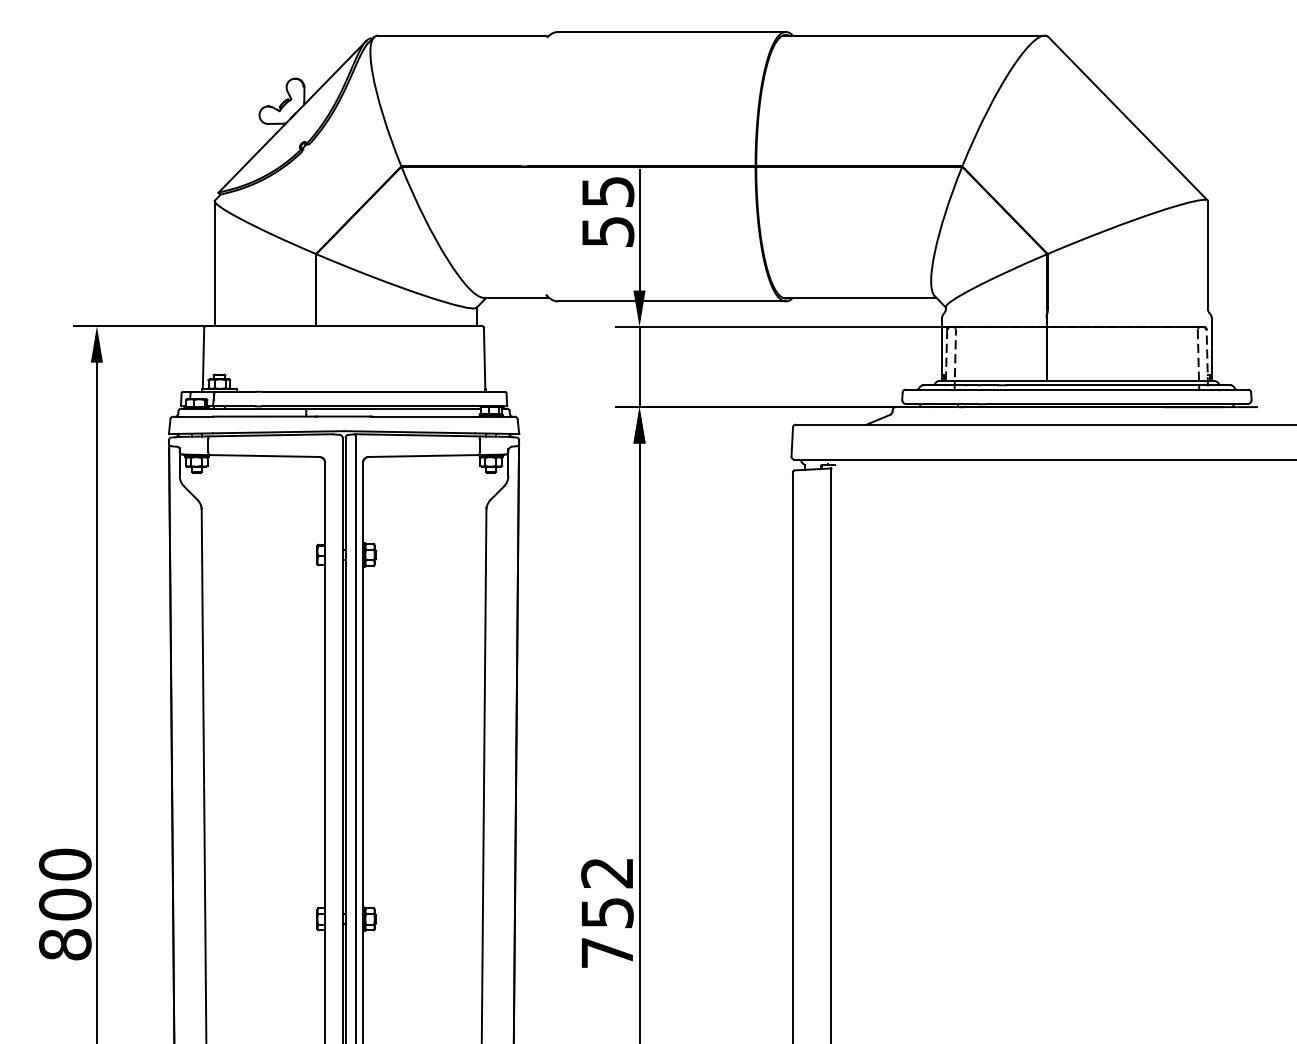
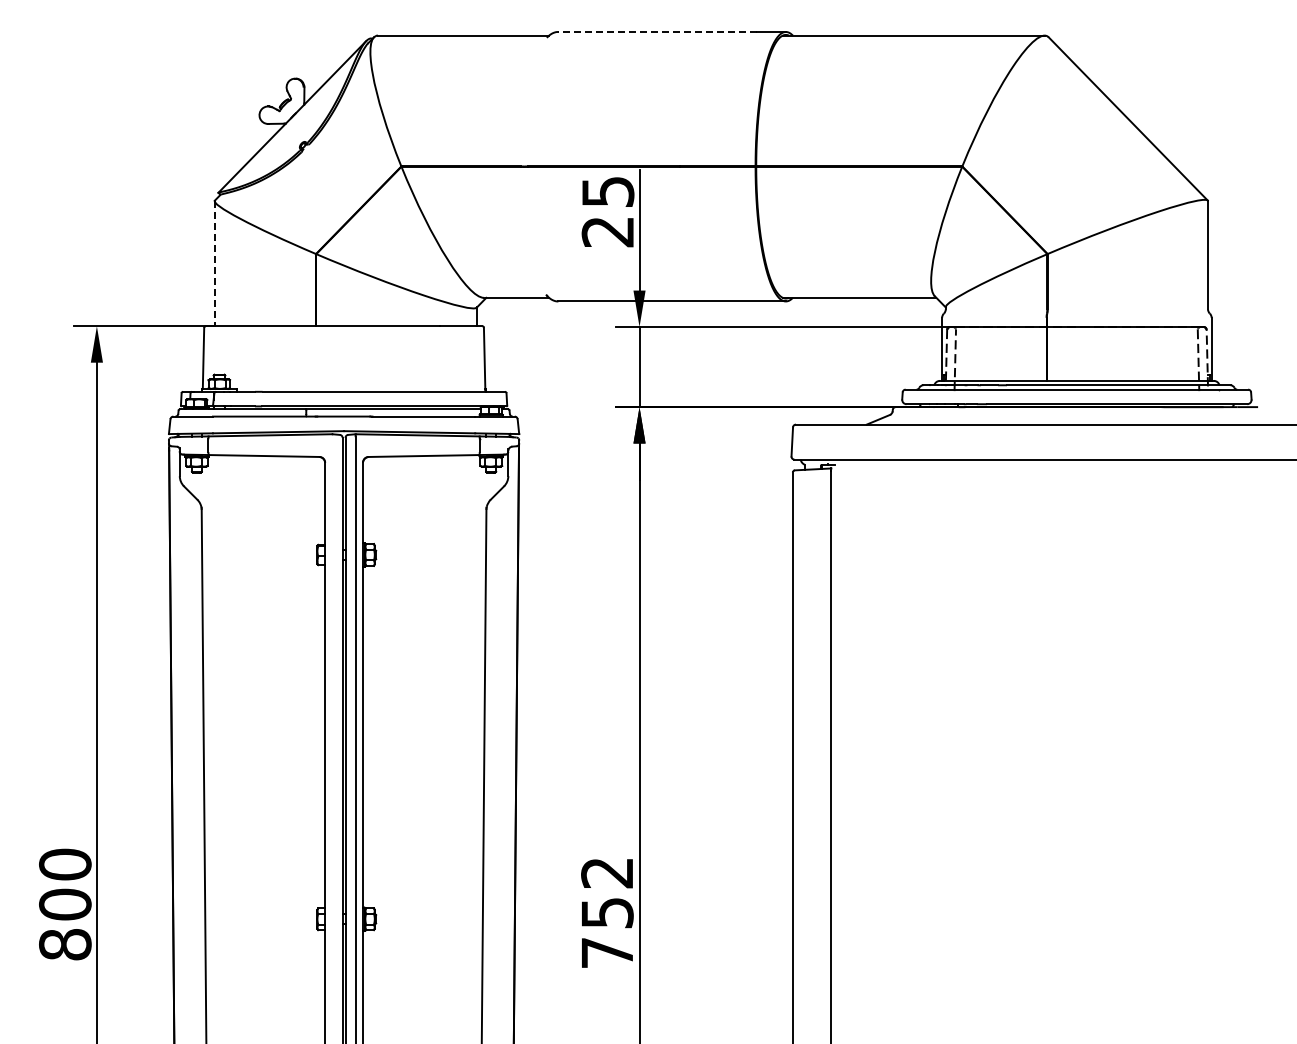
line at (657, 31): solid -> dashed
text at (607, 232): 55 -> 25
line at (214, 263): solid -> dashed
